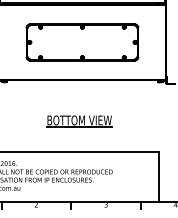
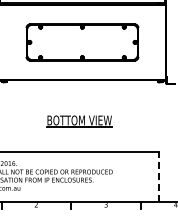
line at (158, 176): solid -> dashed
